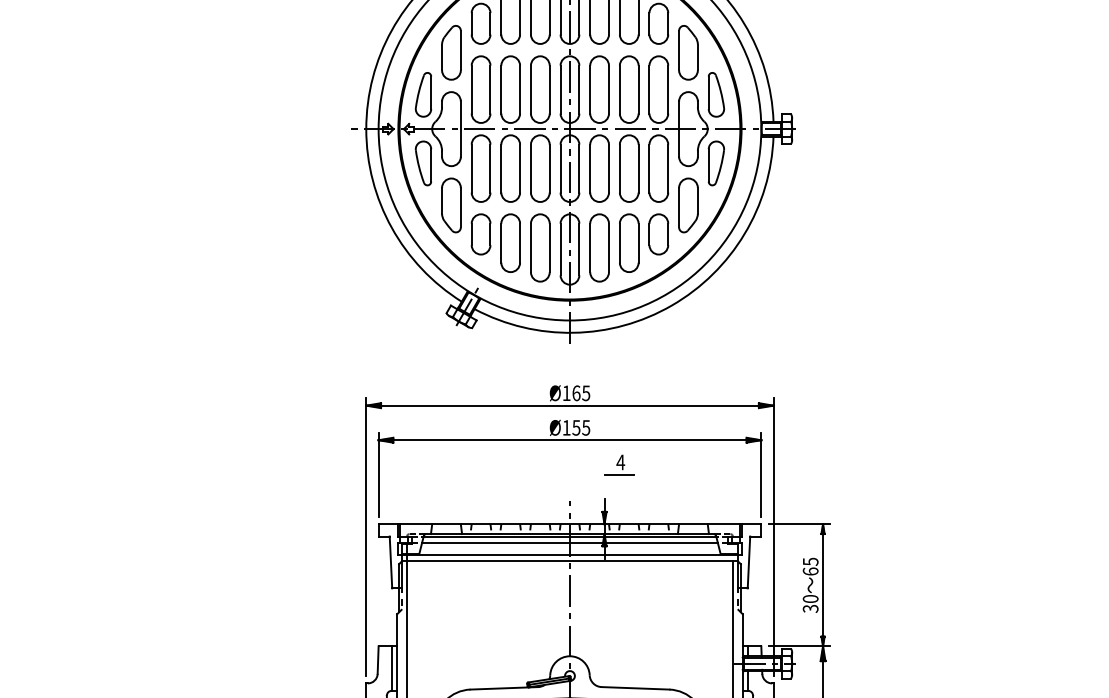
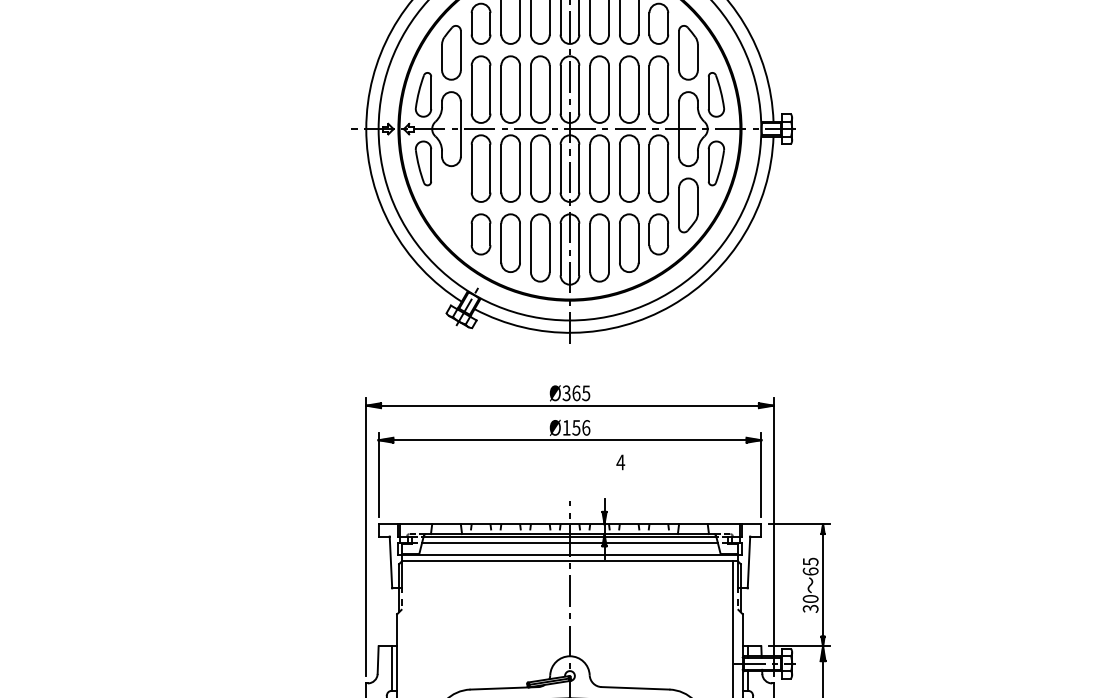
part at (451, 205): present -> none
text at (566, 393): Ø165 -> Ø365
text at (586, 427): Ø155 -> Ø156
line at (619, 474): present -> none
line at (407, 619): present -> none
